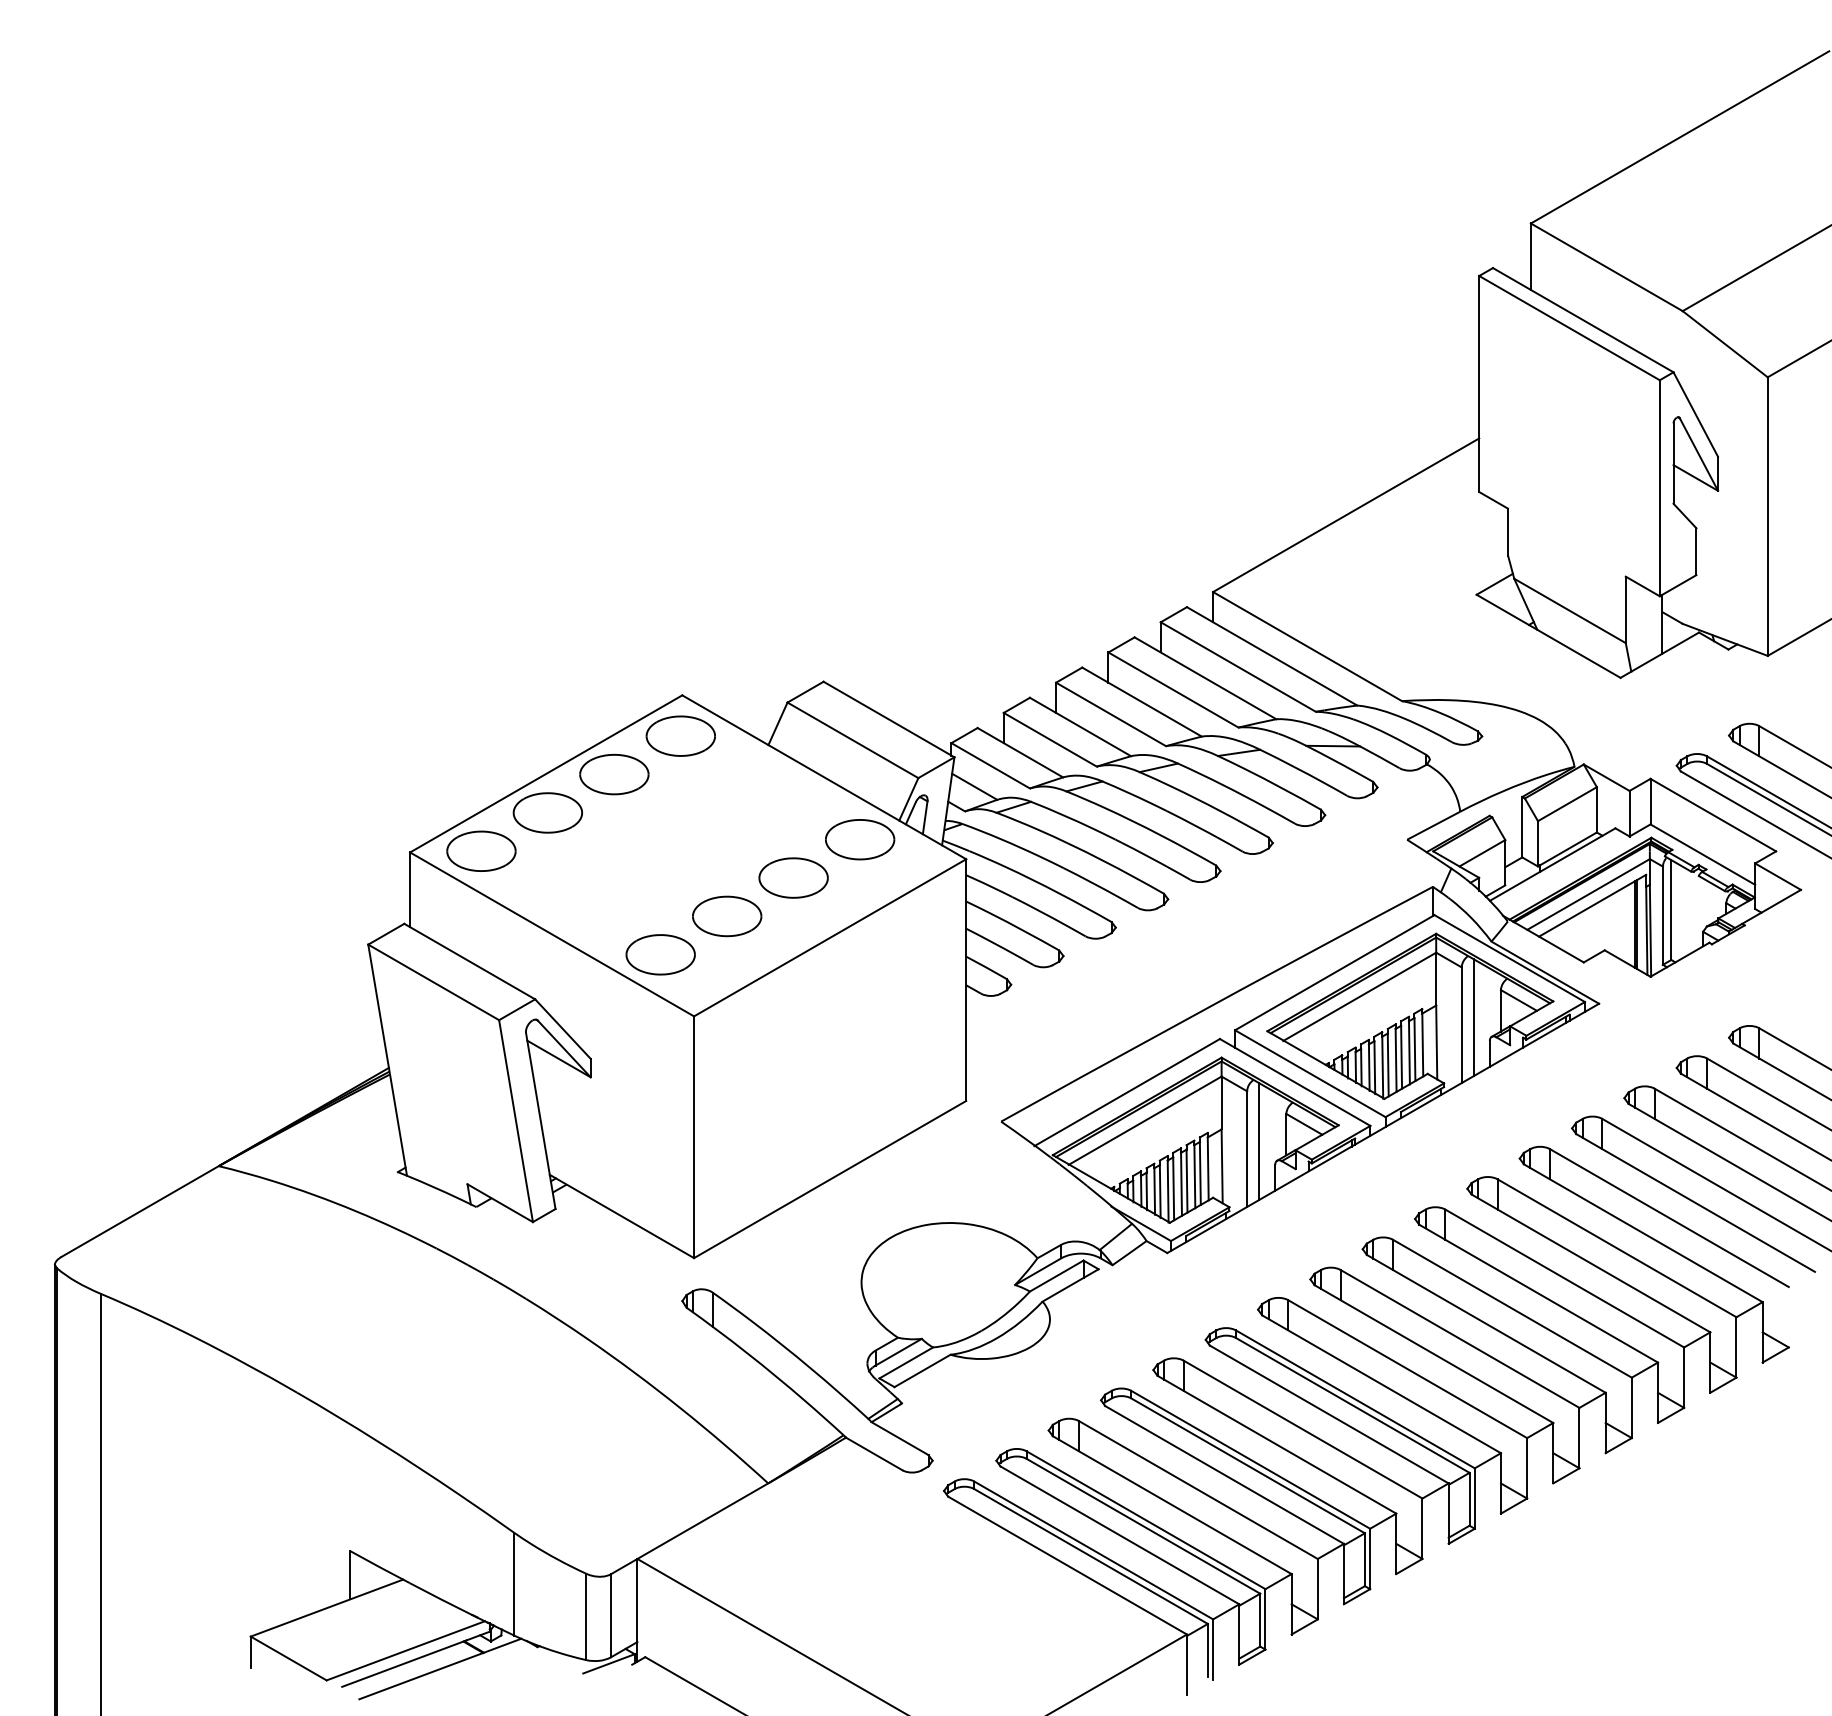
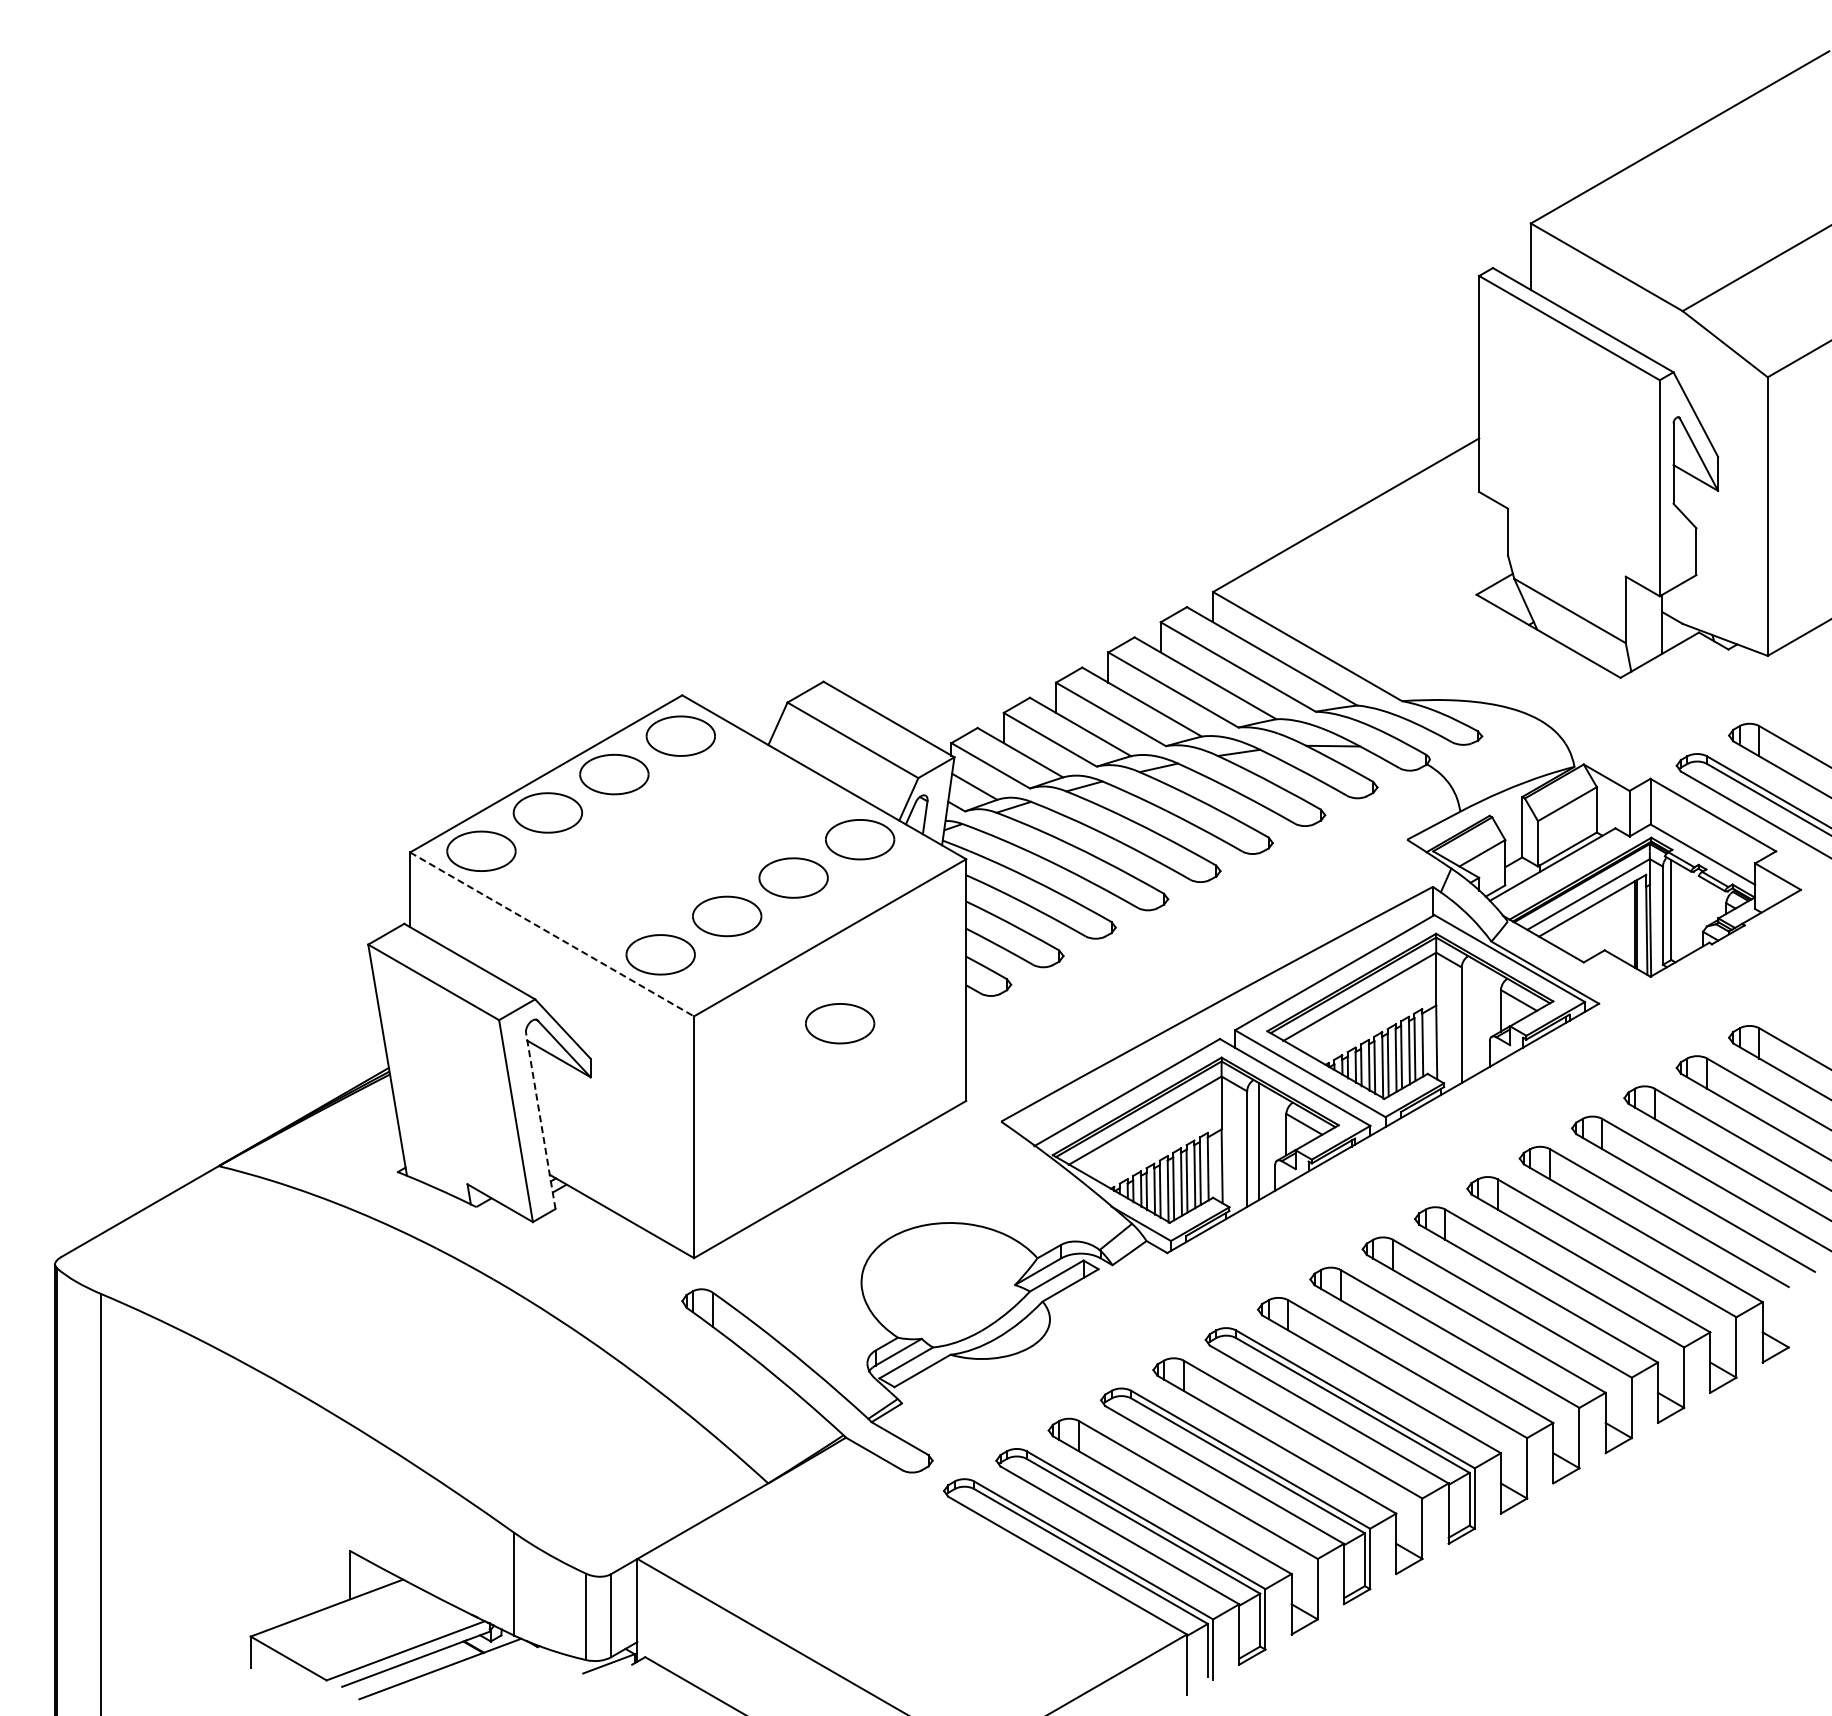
line at (552, 934): solid -> dashed
line at (1473, 1017): present -> none
part at (840, 1023): none -> present
line at (540, 1120): solid -> dashed
